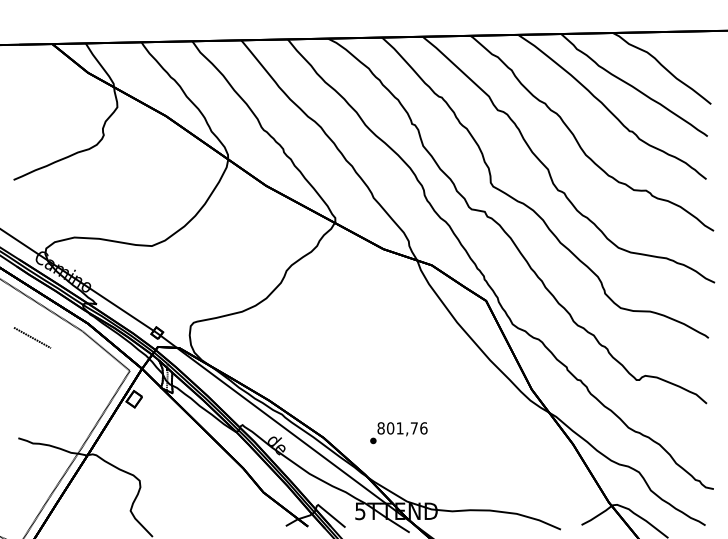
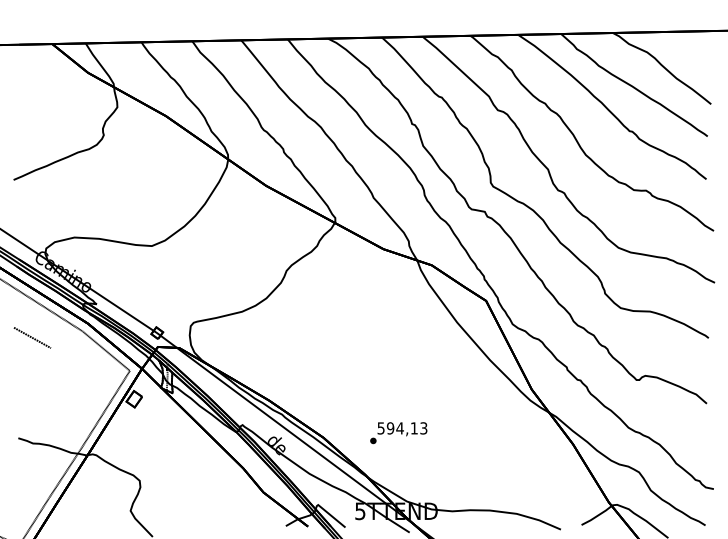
text at (402, 428): 801,76 -> 594,13
